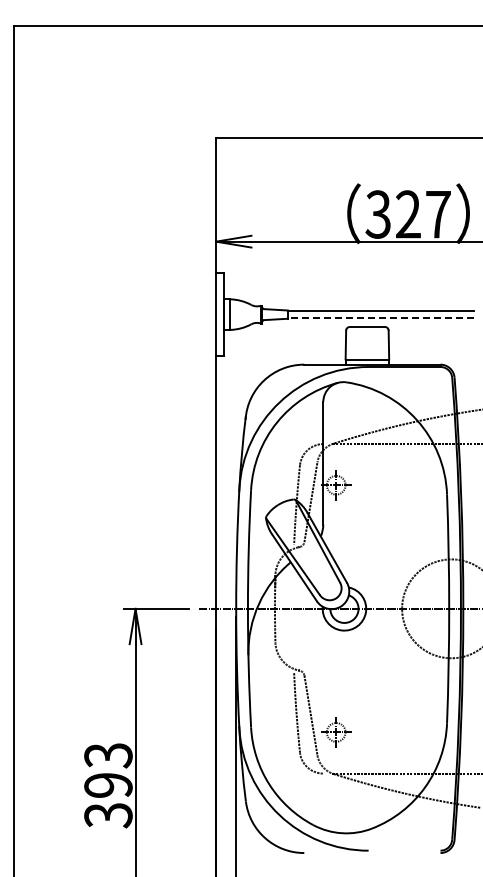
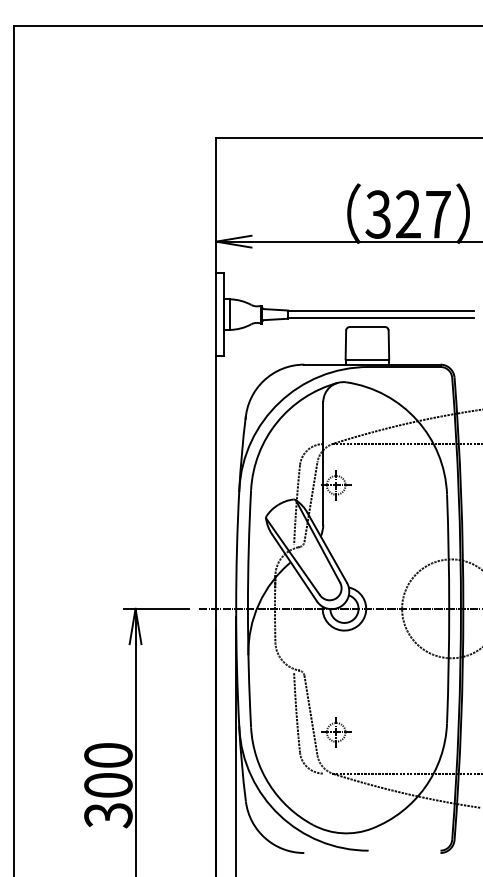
line at (380, 318): dashed -> solid
text at (108, 770): 393 -> 300
